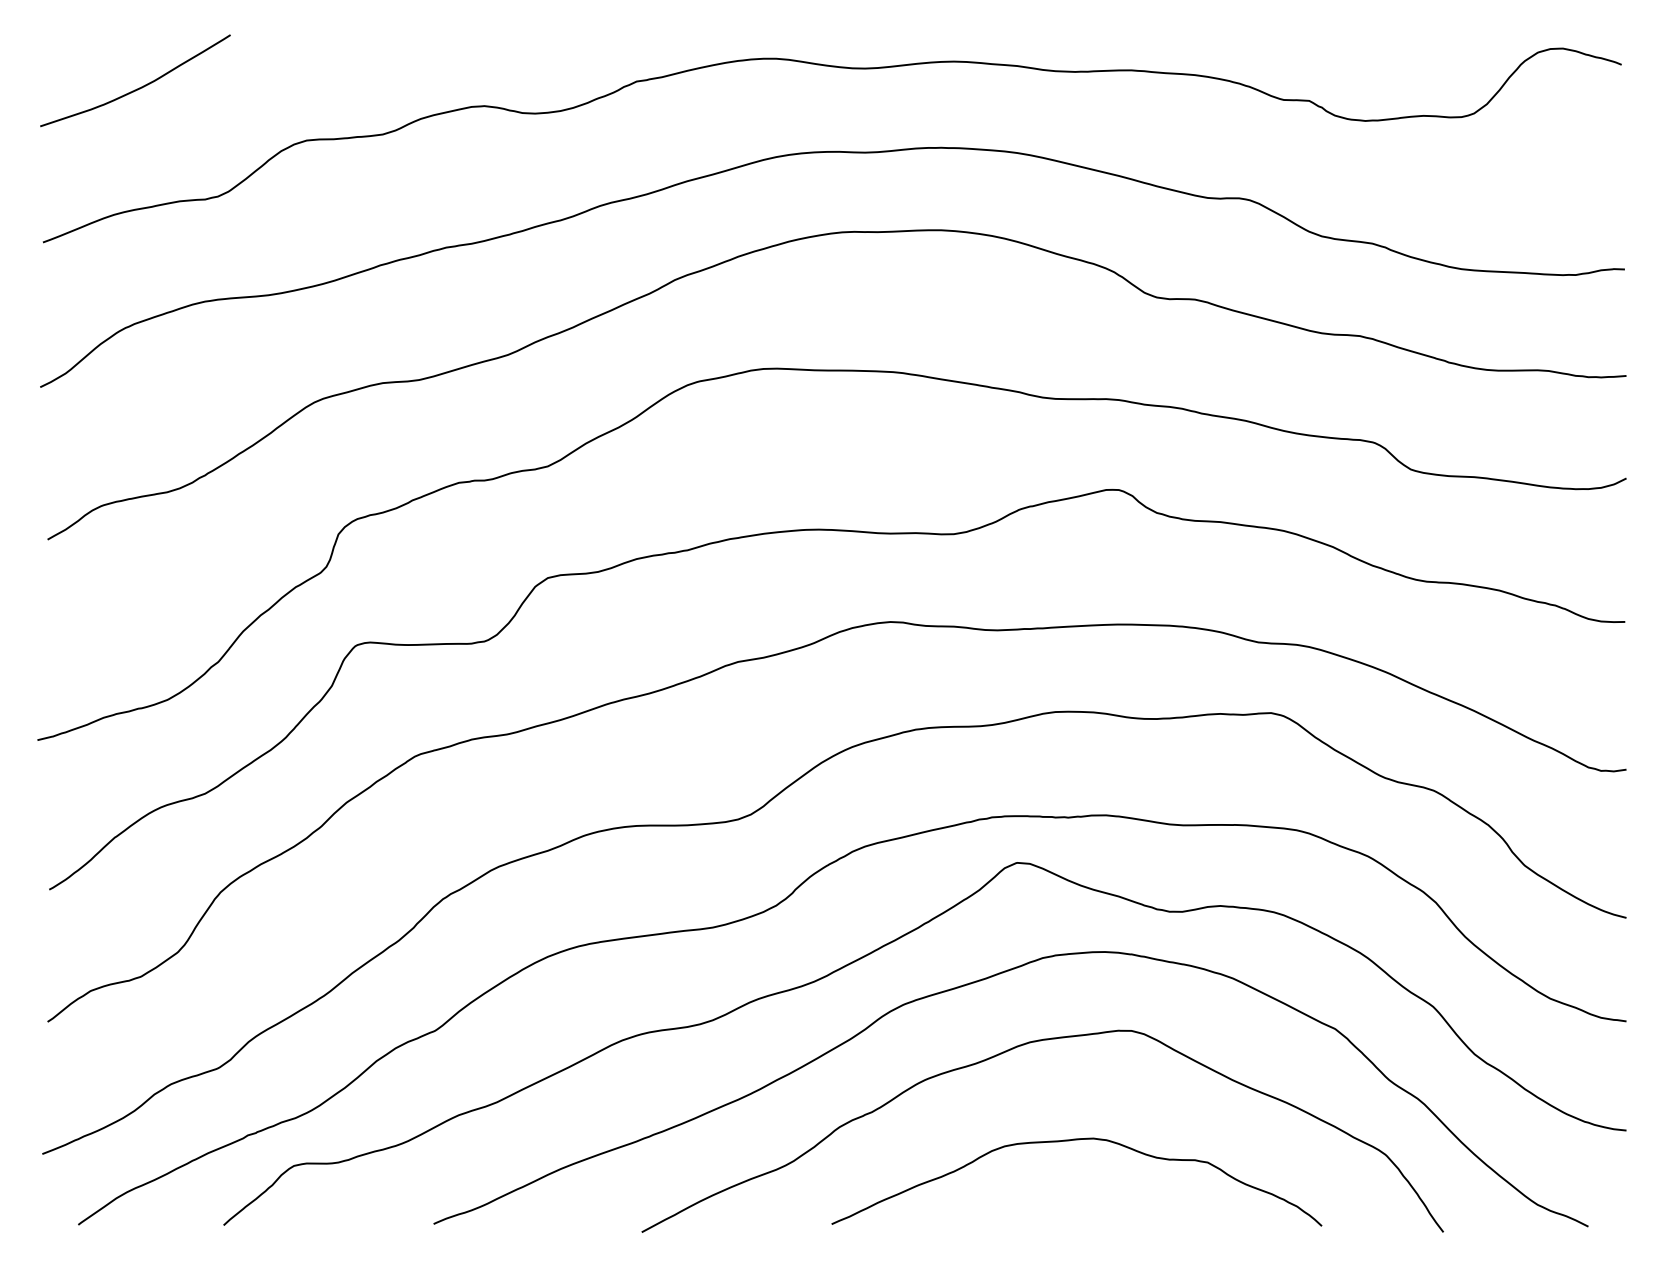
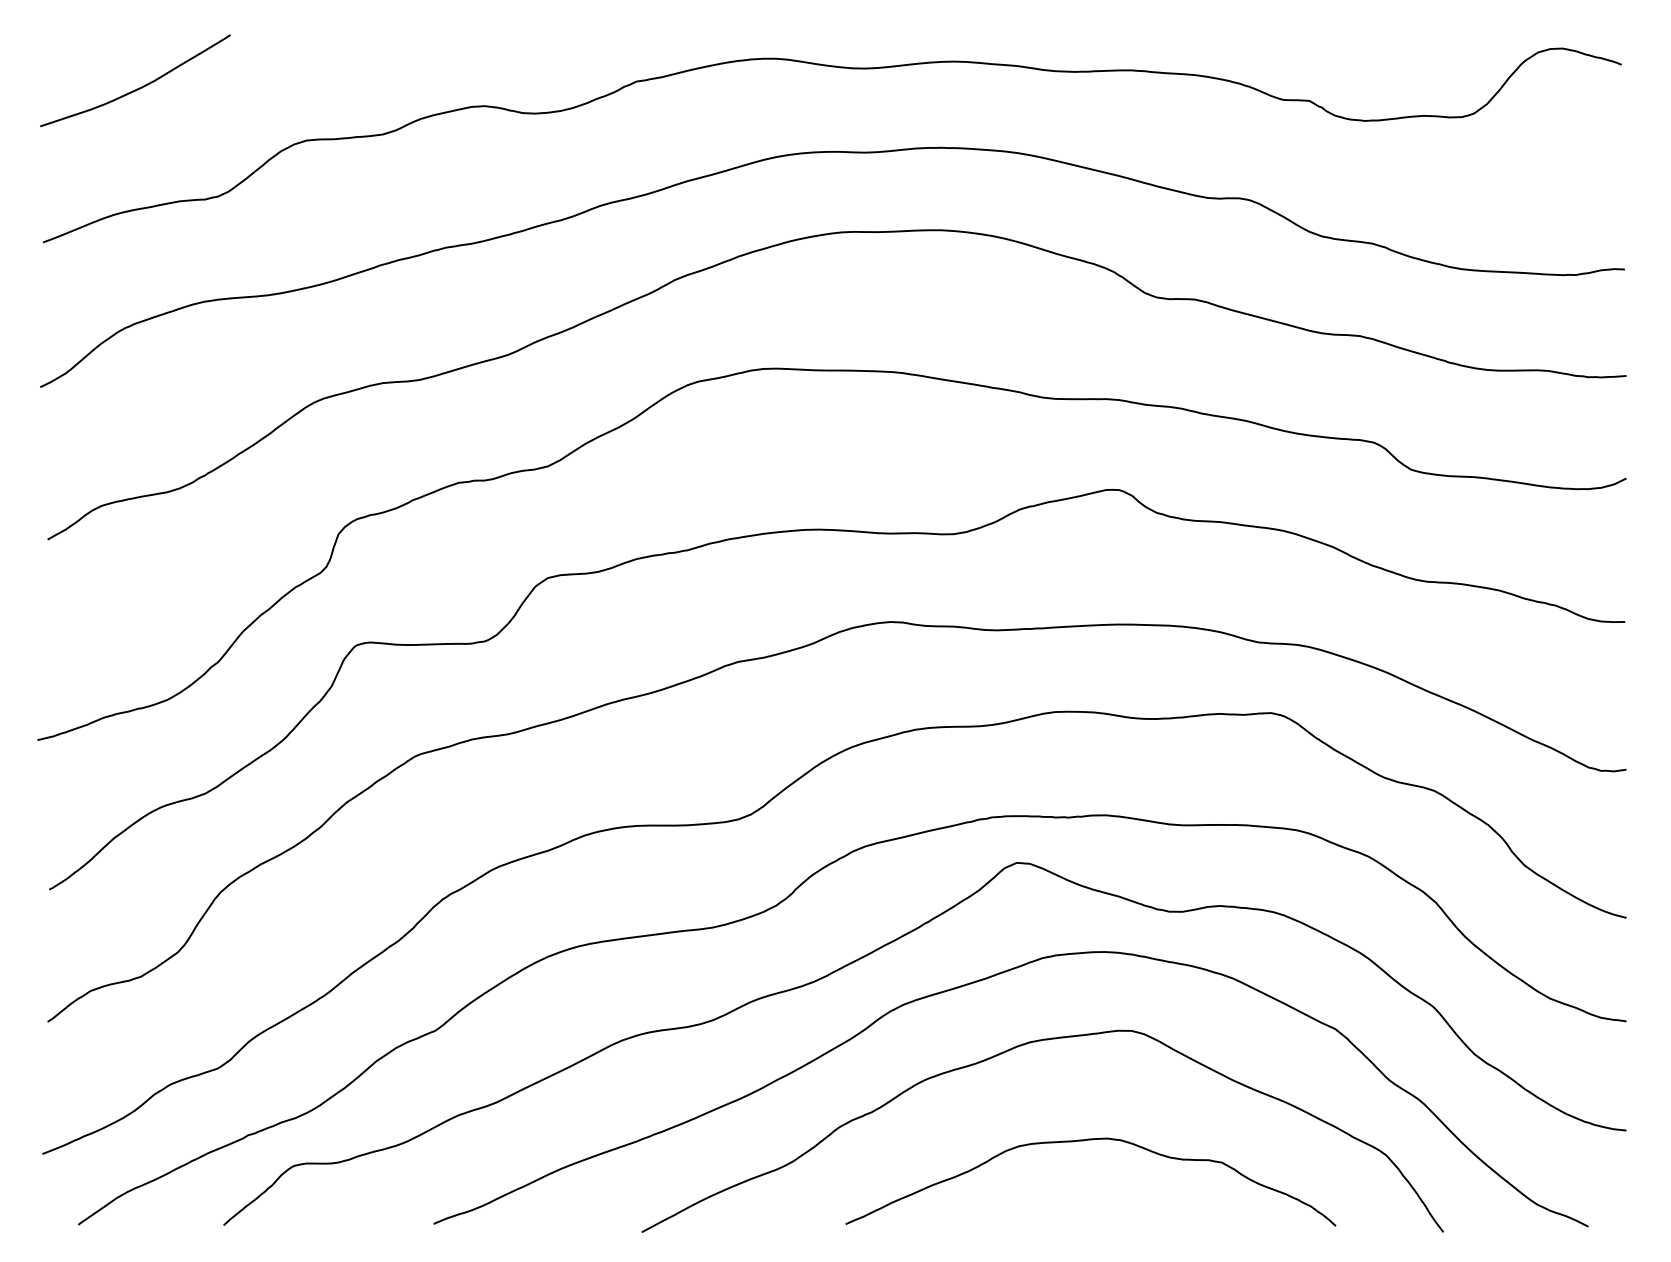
curve at (1069, 1141) position: (1069, 1141) -> (1083, 1141)
